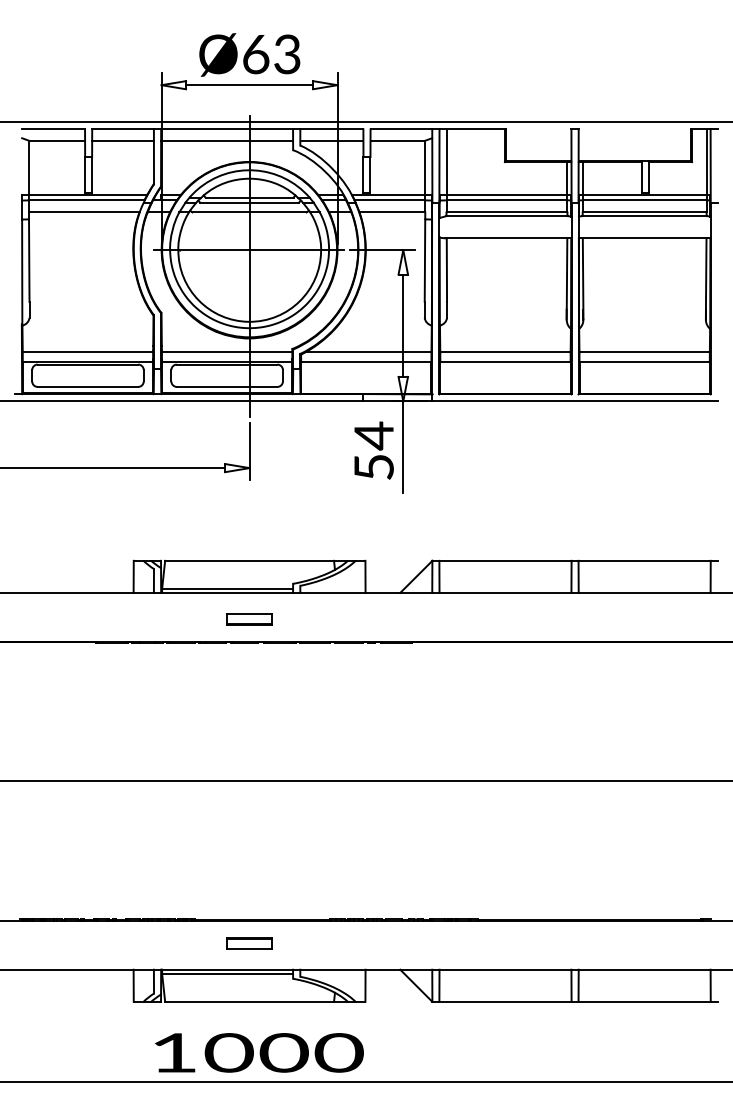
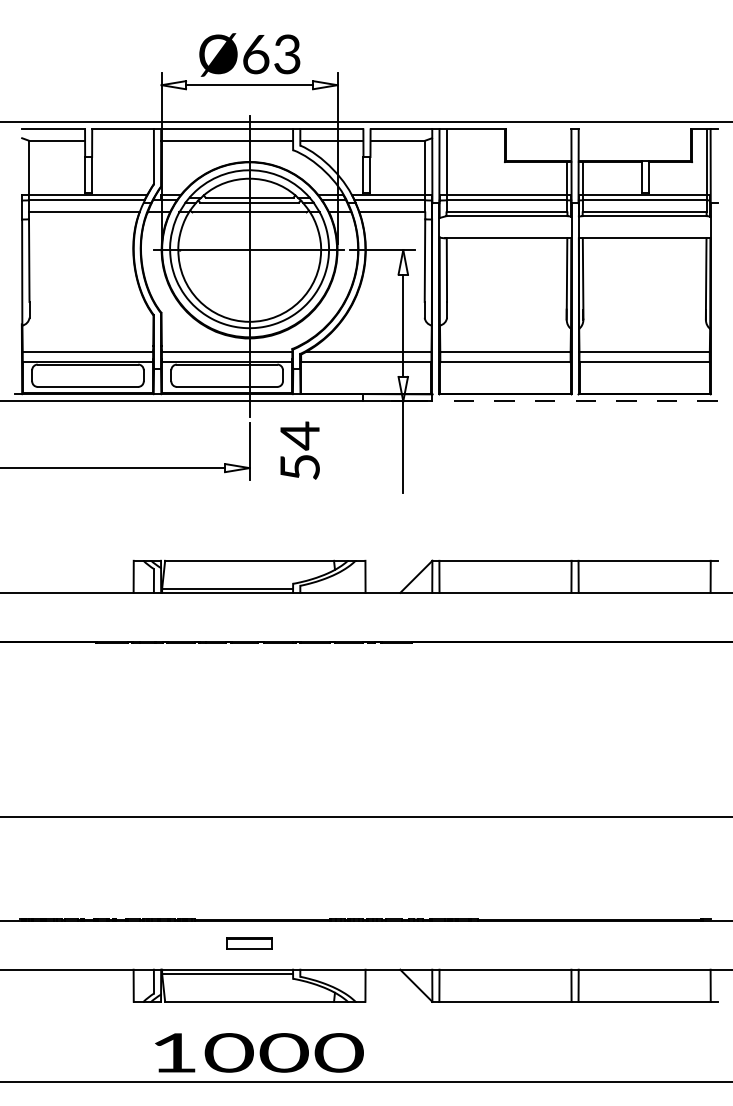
line at (122, 140): present -> none
line at (575, 401): solid -> dashed
text at (373, 450) position: (373, 450) -> (299, 450)
part at (249, 619): present -> none
line at (365, 781) position: (365, 781) -> (365, 817)
